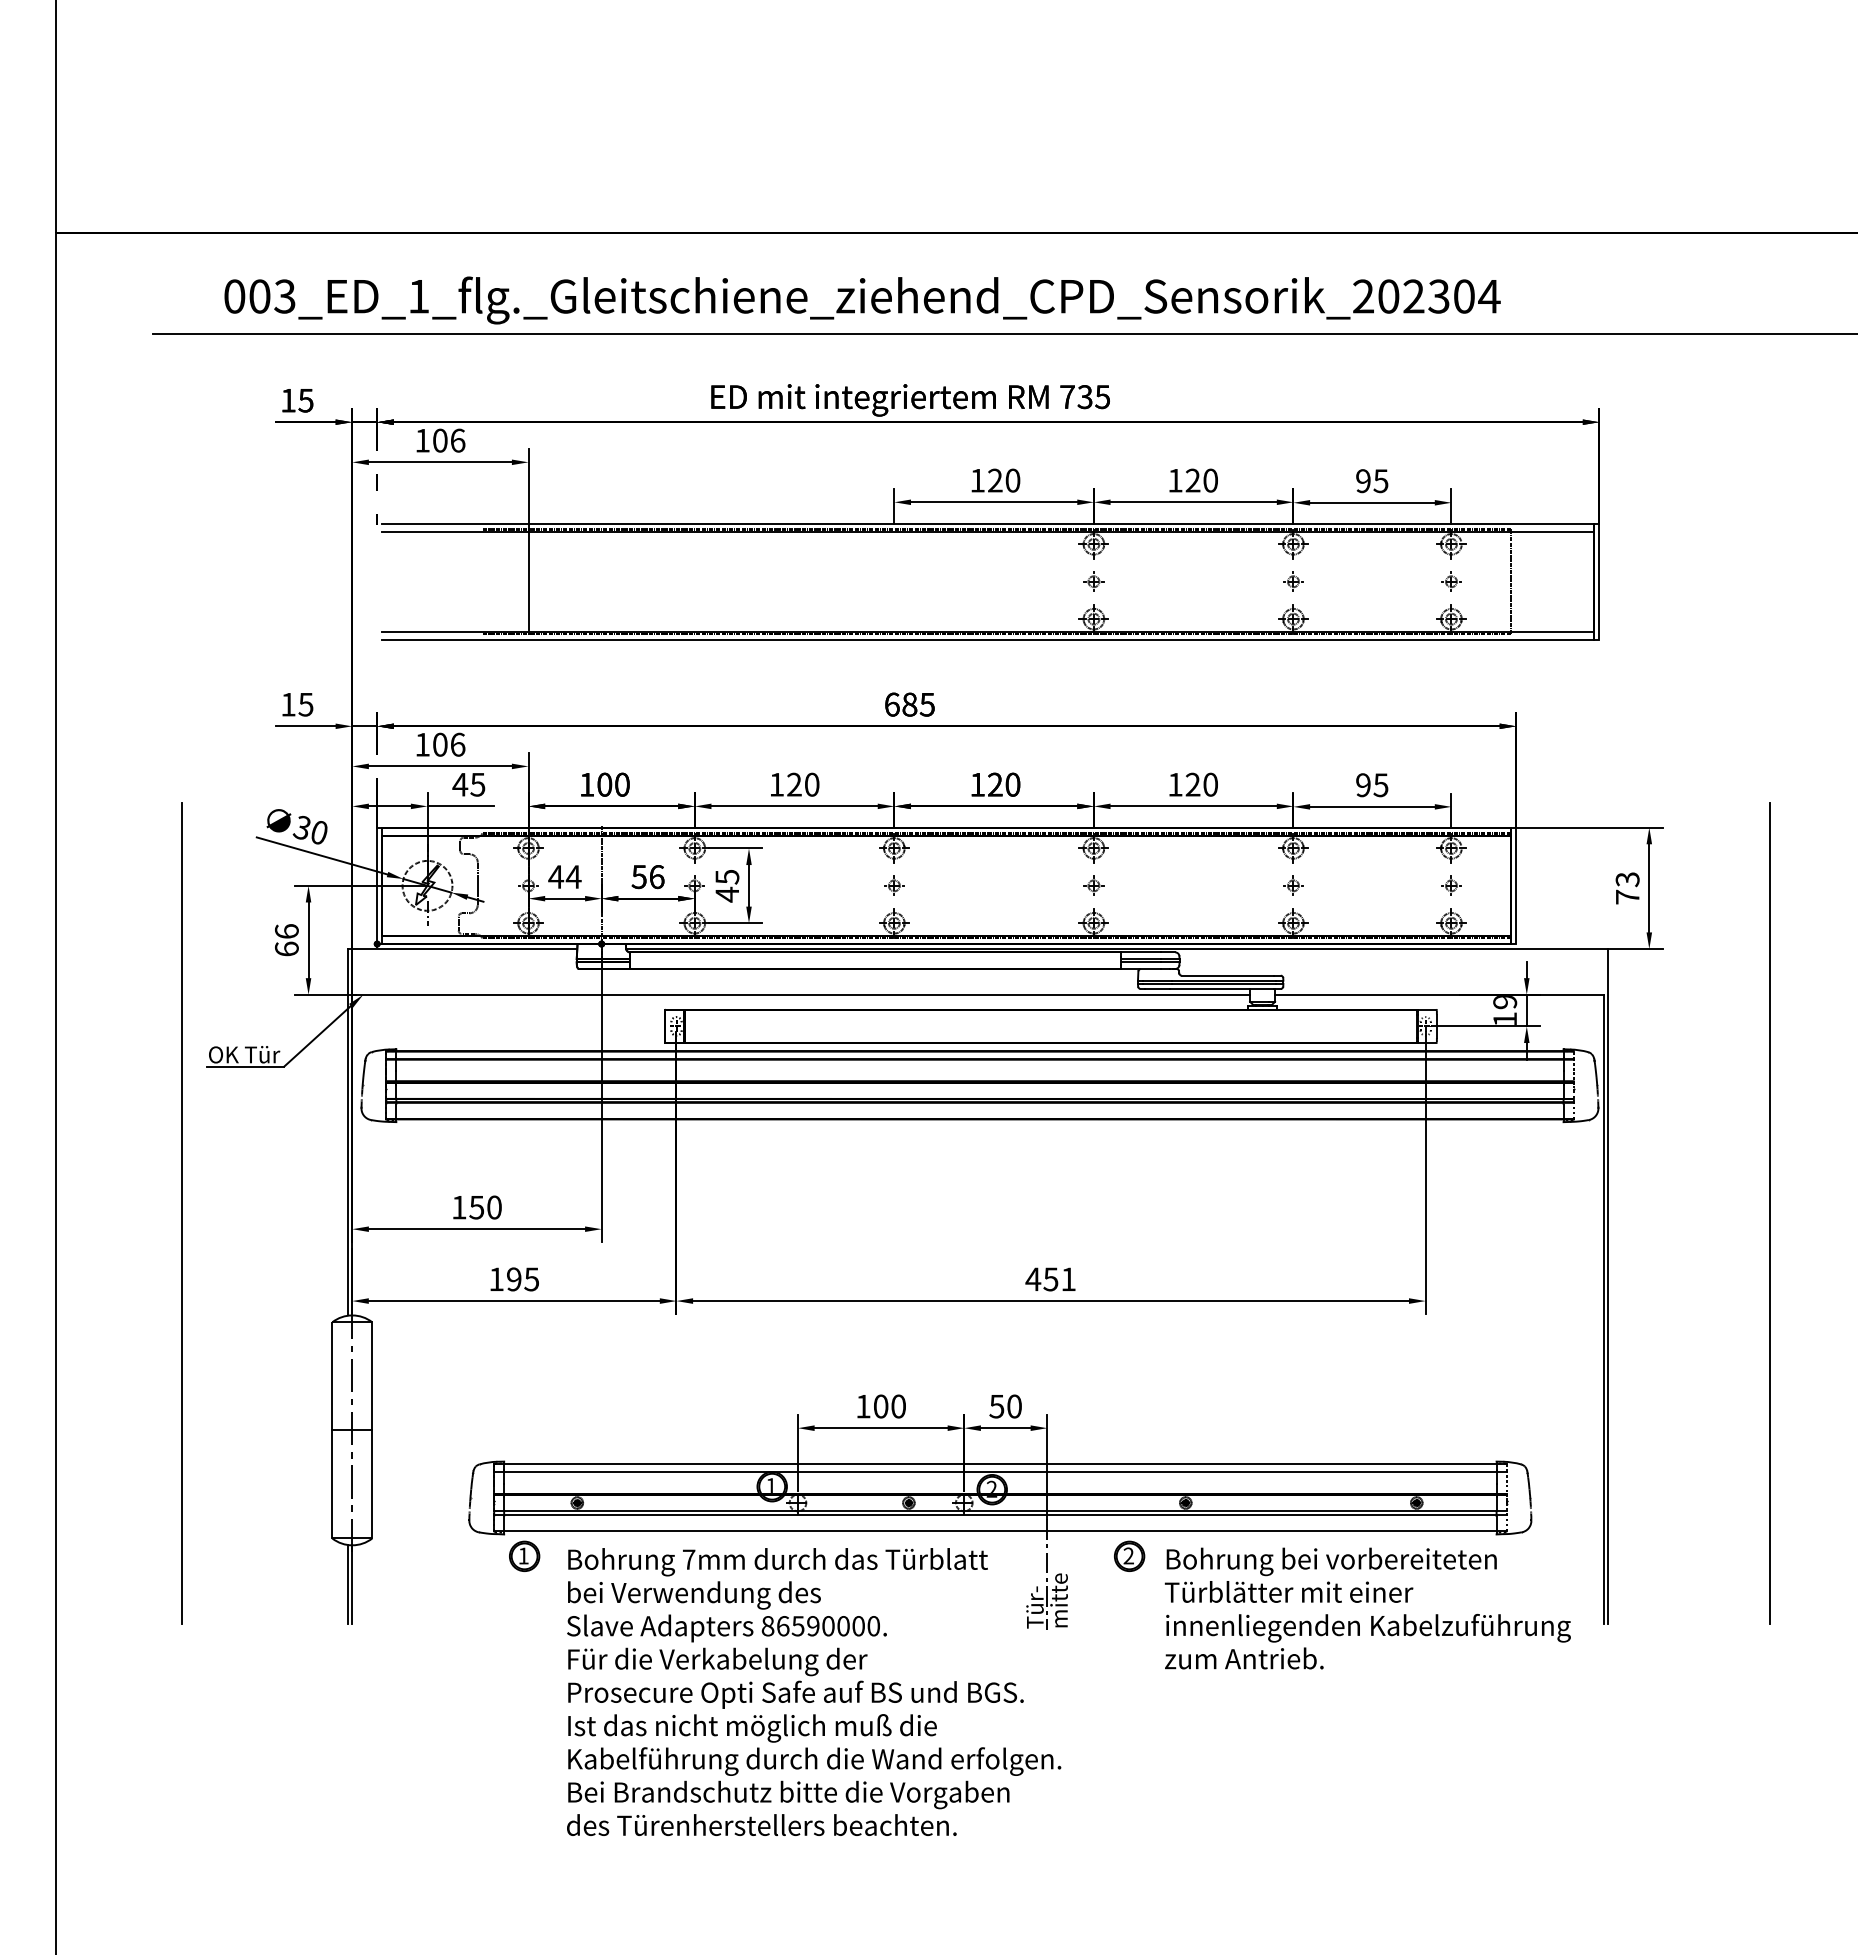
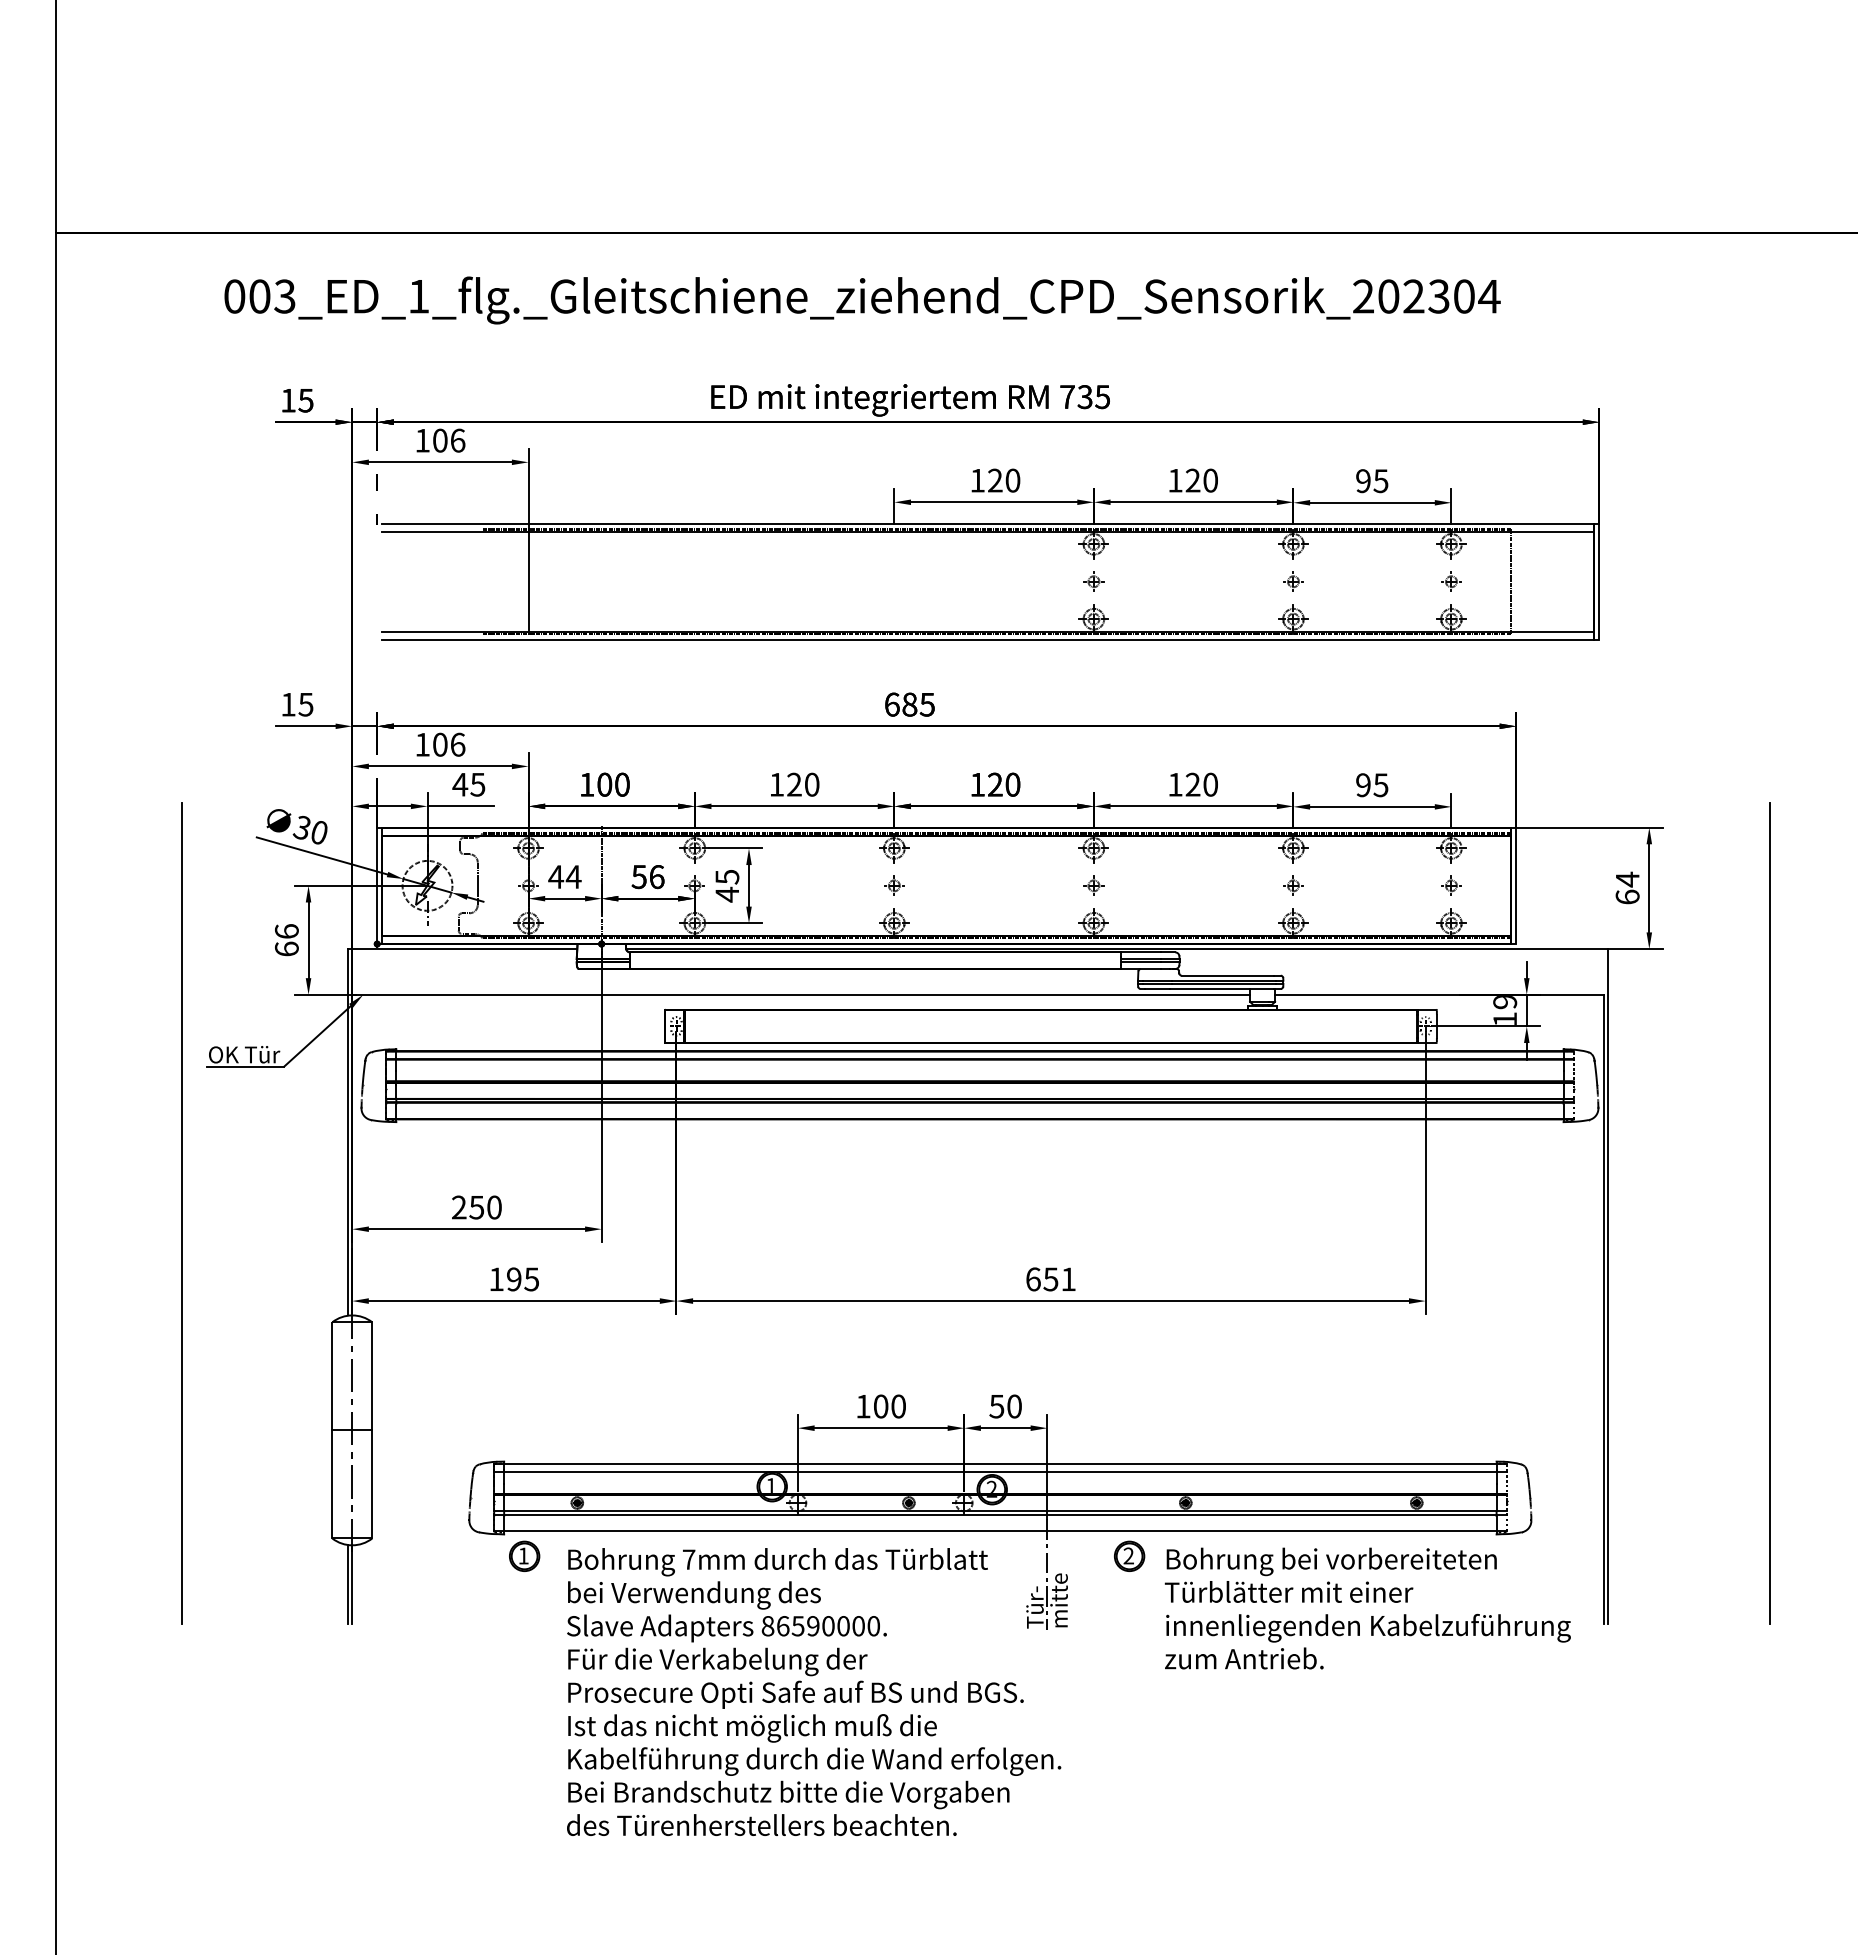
line at (1003, 333): present -> none
text at (1627, 887): 73 -> 64
text at (459, 1207): 150 -> 250
text at (1033, 1279): 451 -> 651
